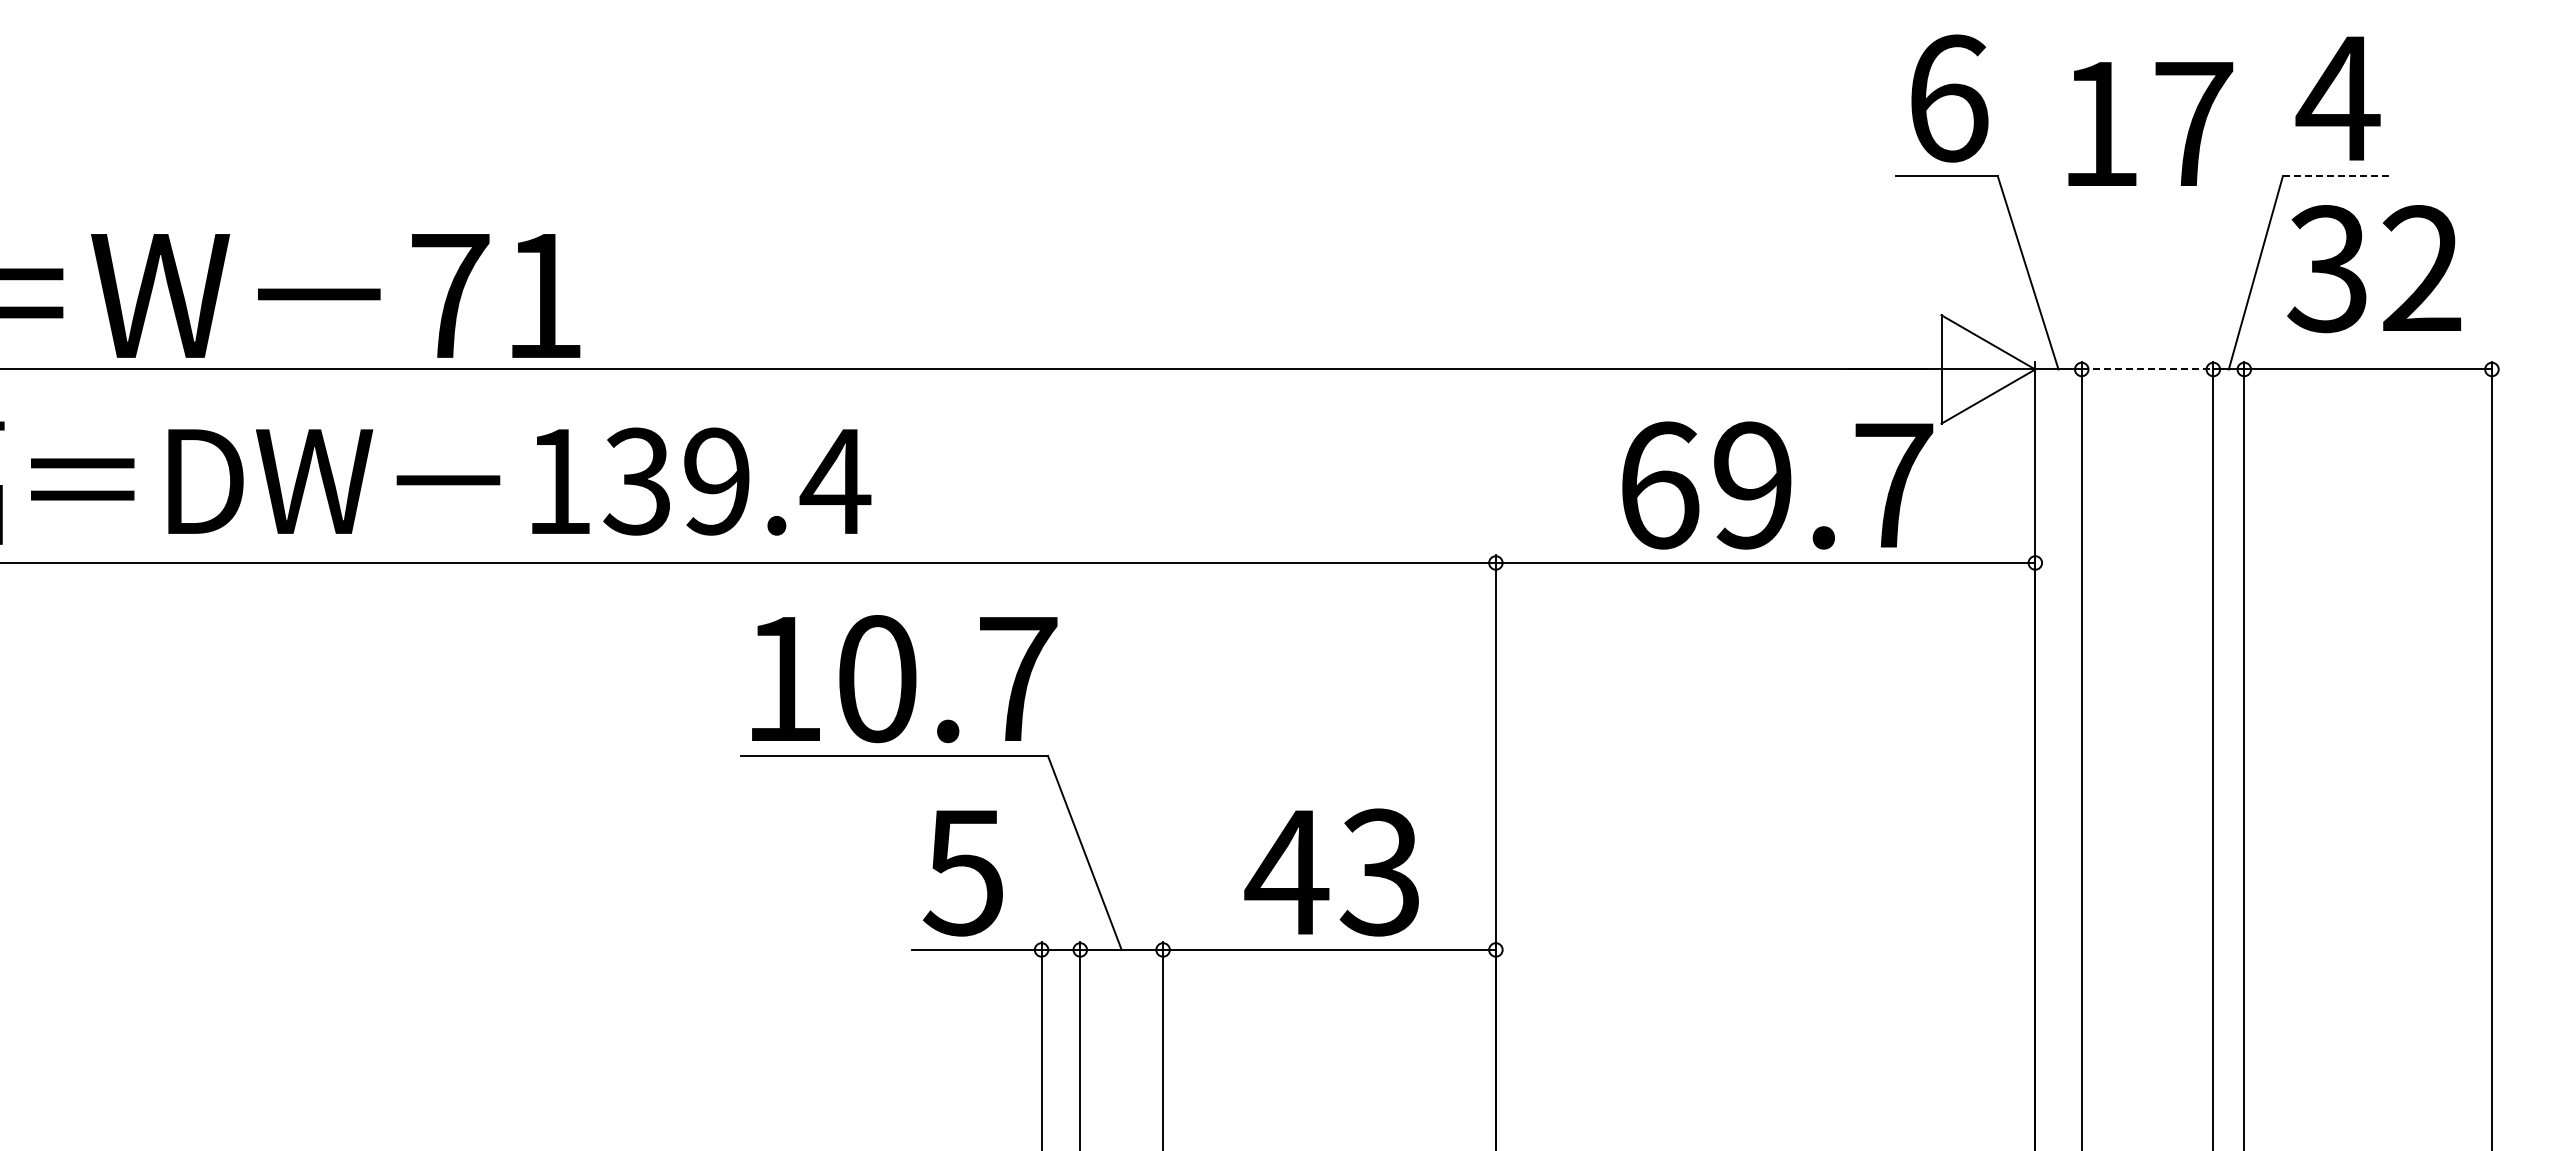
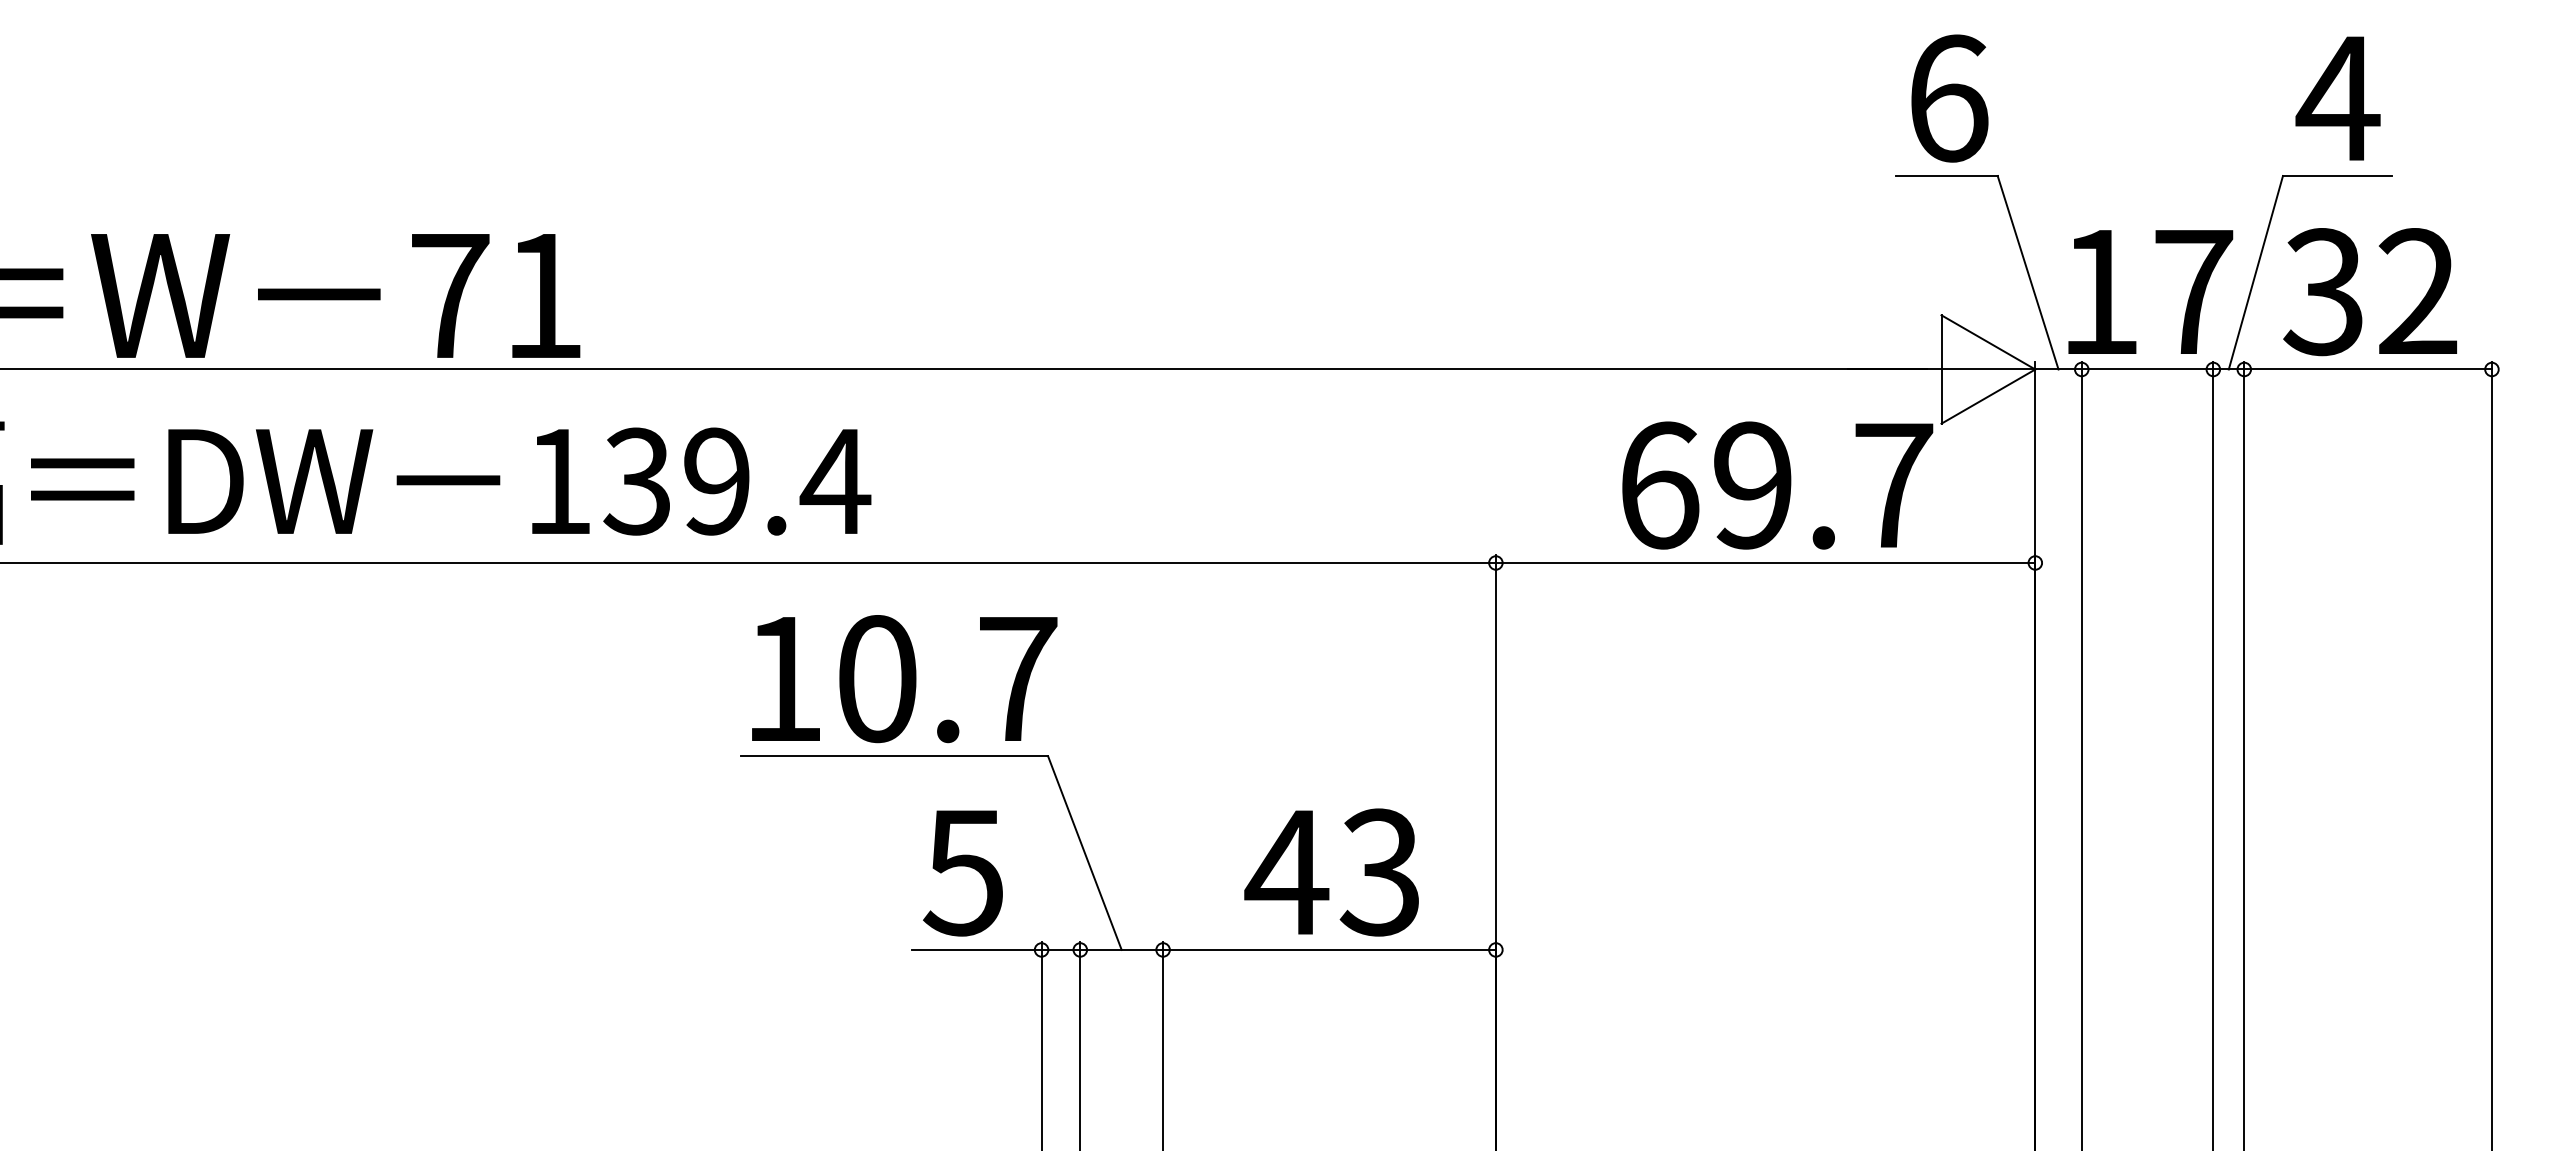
text at (2150, 123) position: (2150, 123) -> (2150, 291)
line at (2337, 176): dashed -> solid
text at (2373, 269) position: (2373, 269) -> (2369, 292)
line at (2147, 369): dashed -> solid
